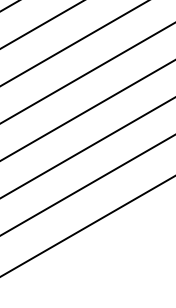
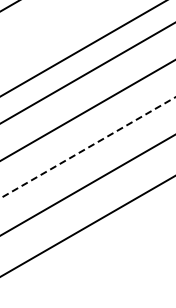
line at (41, 24): present -> none
line at (74, 43) position: (74, 43) -> (82, 48)
line at (88, 147): solid -> dashed
